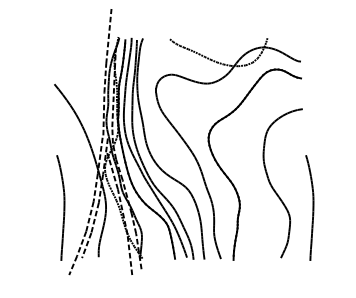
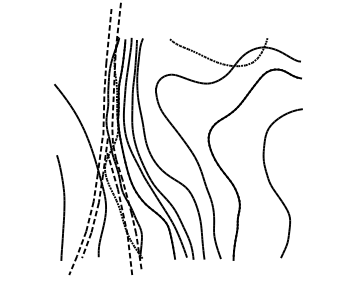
line at (118, 25): none -> present
part at (309, 207): present -> none
